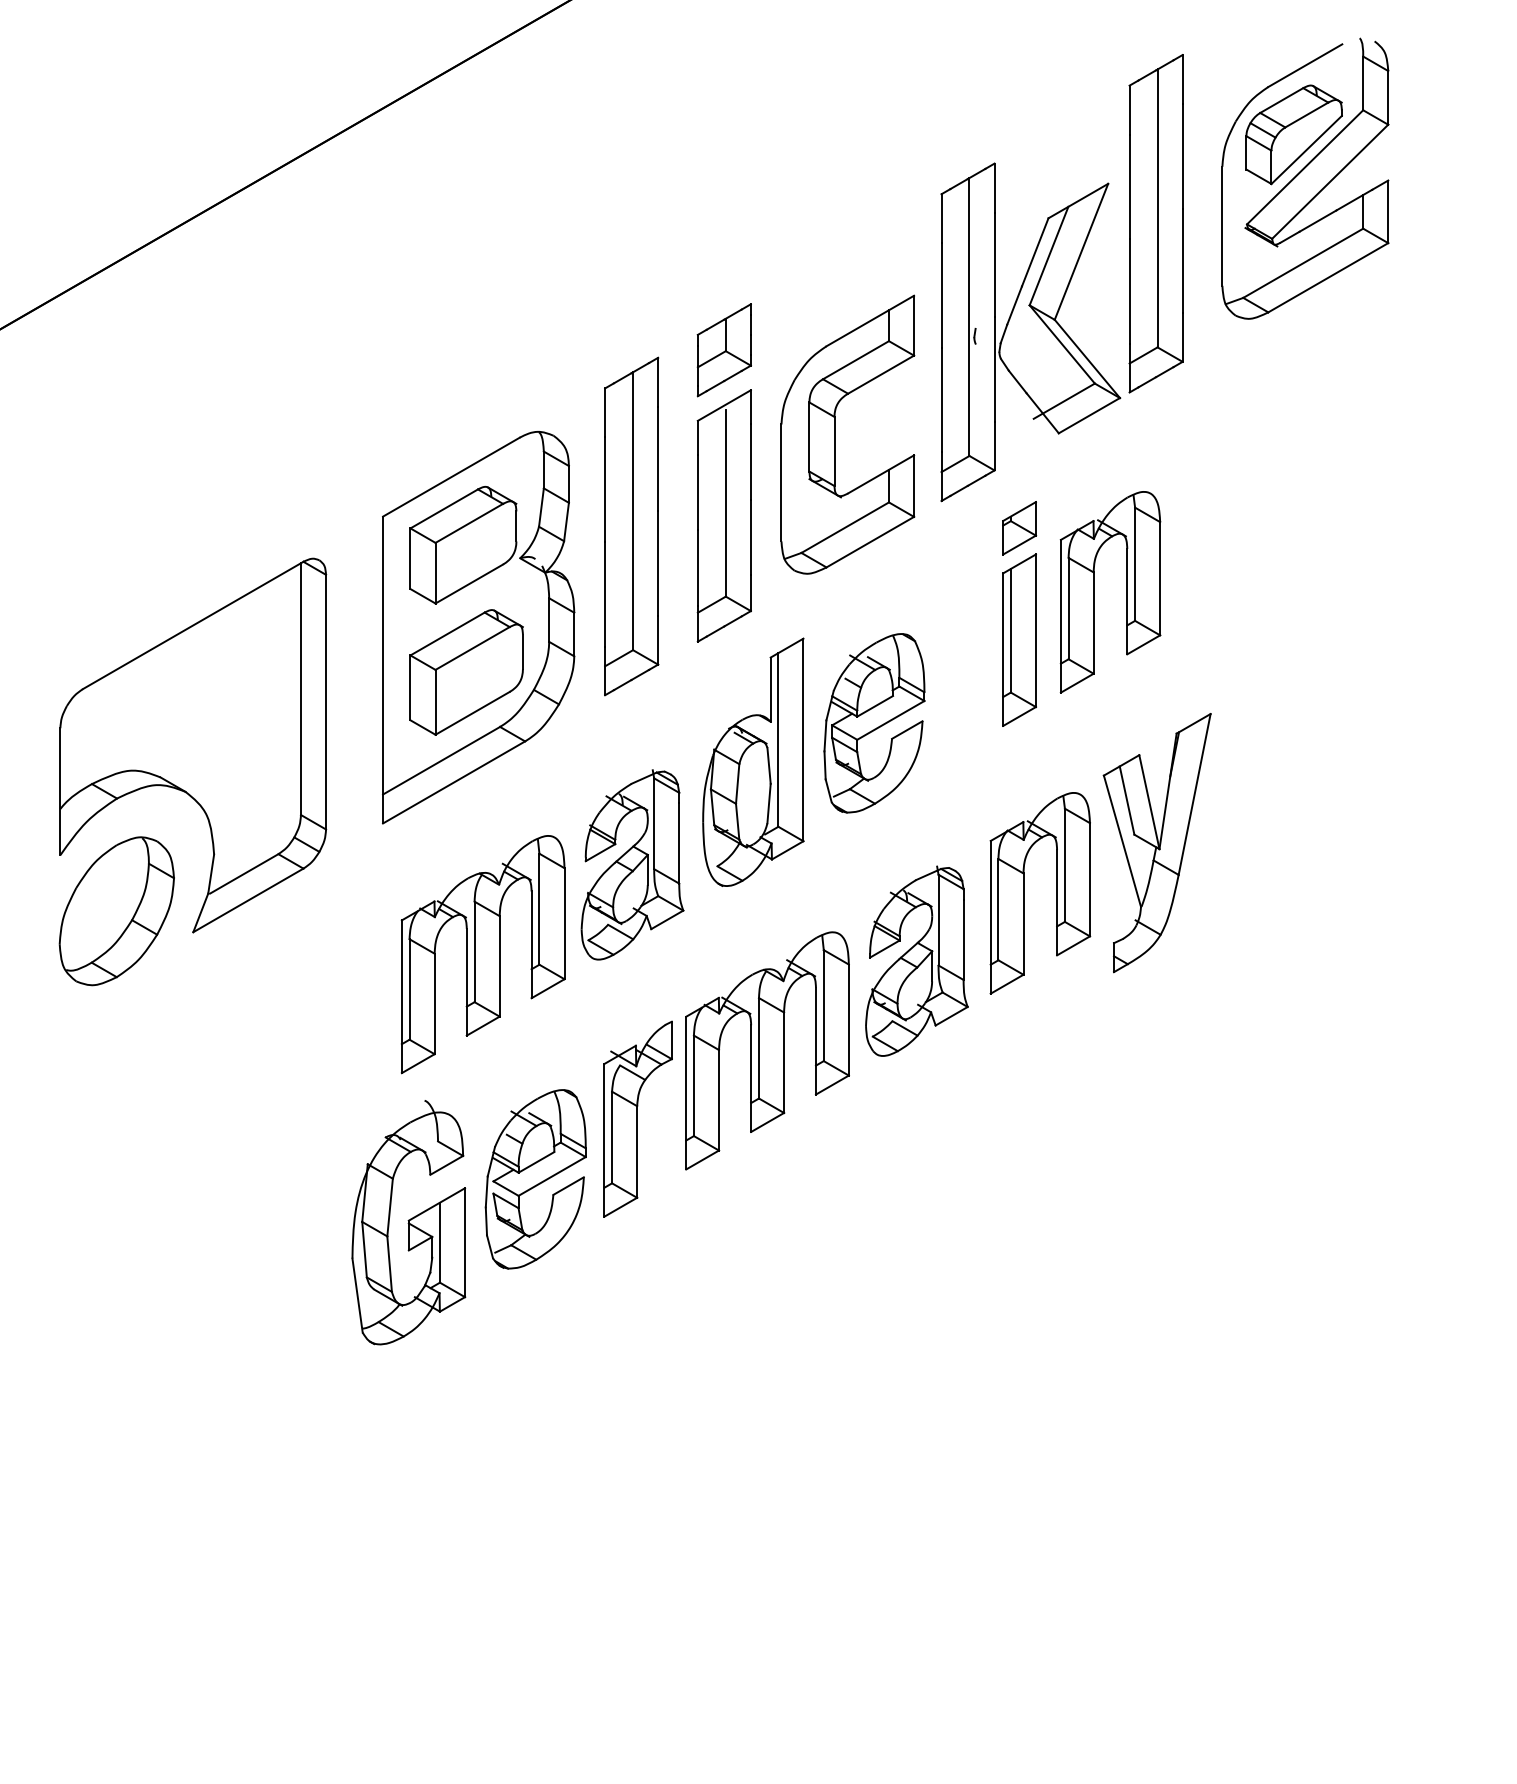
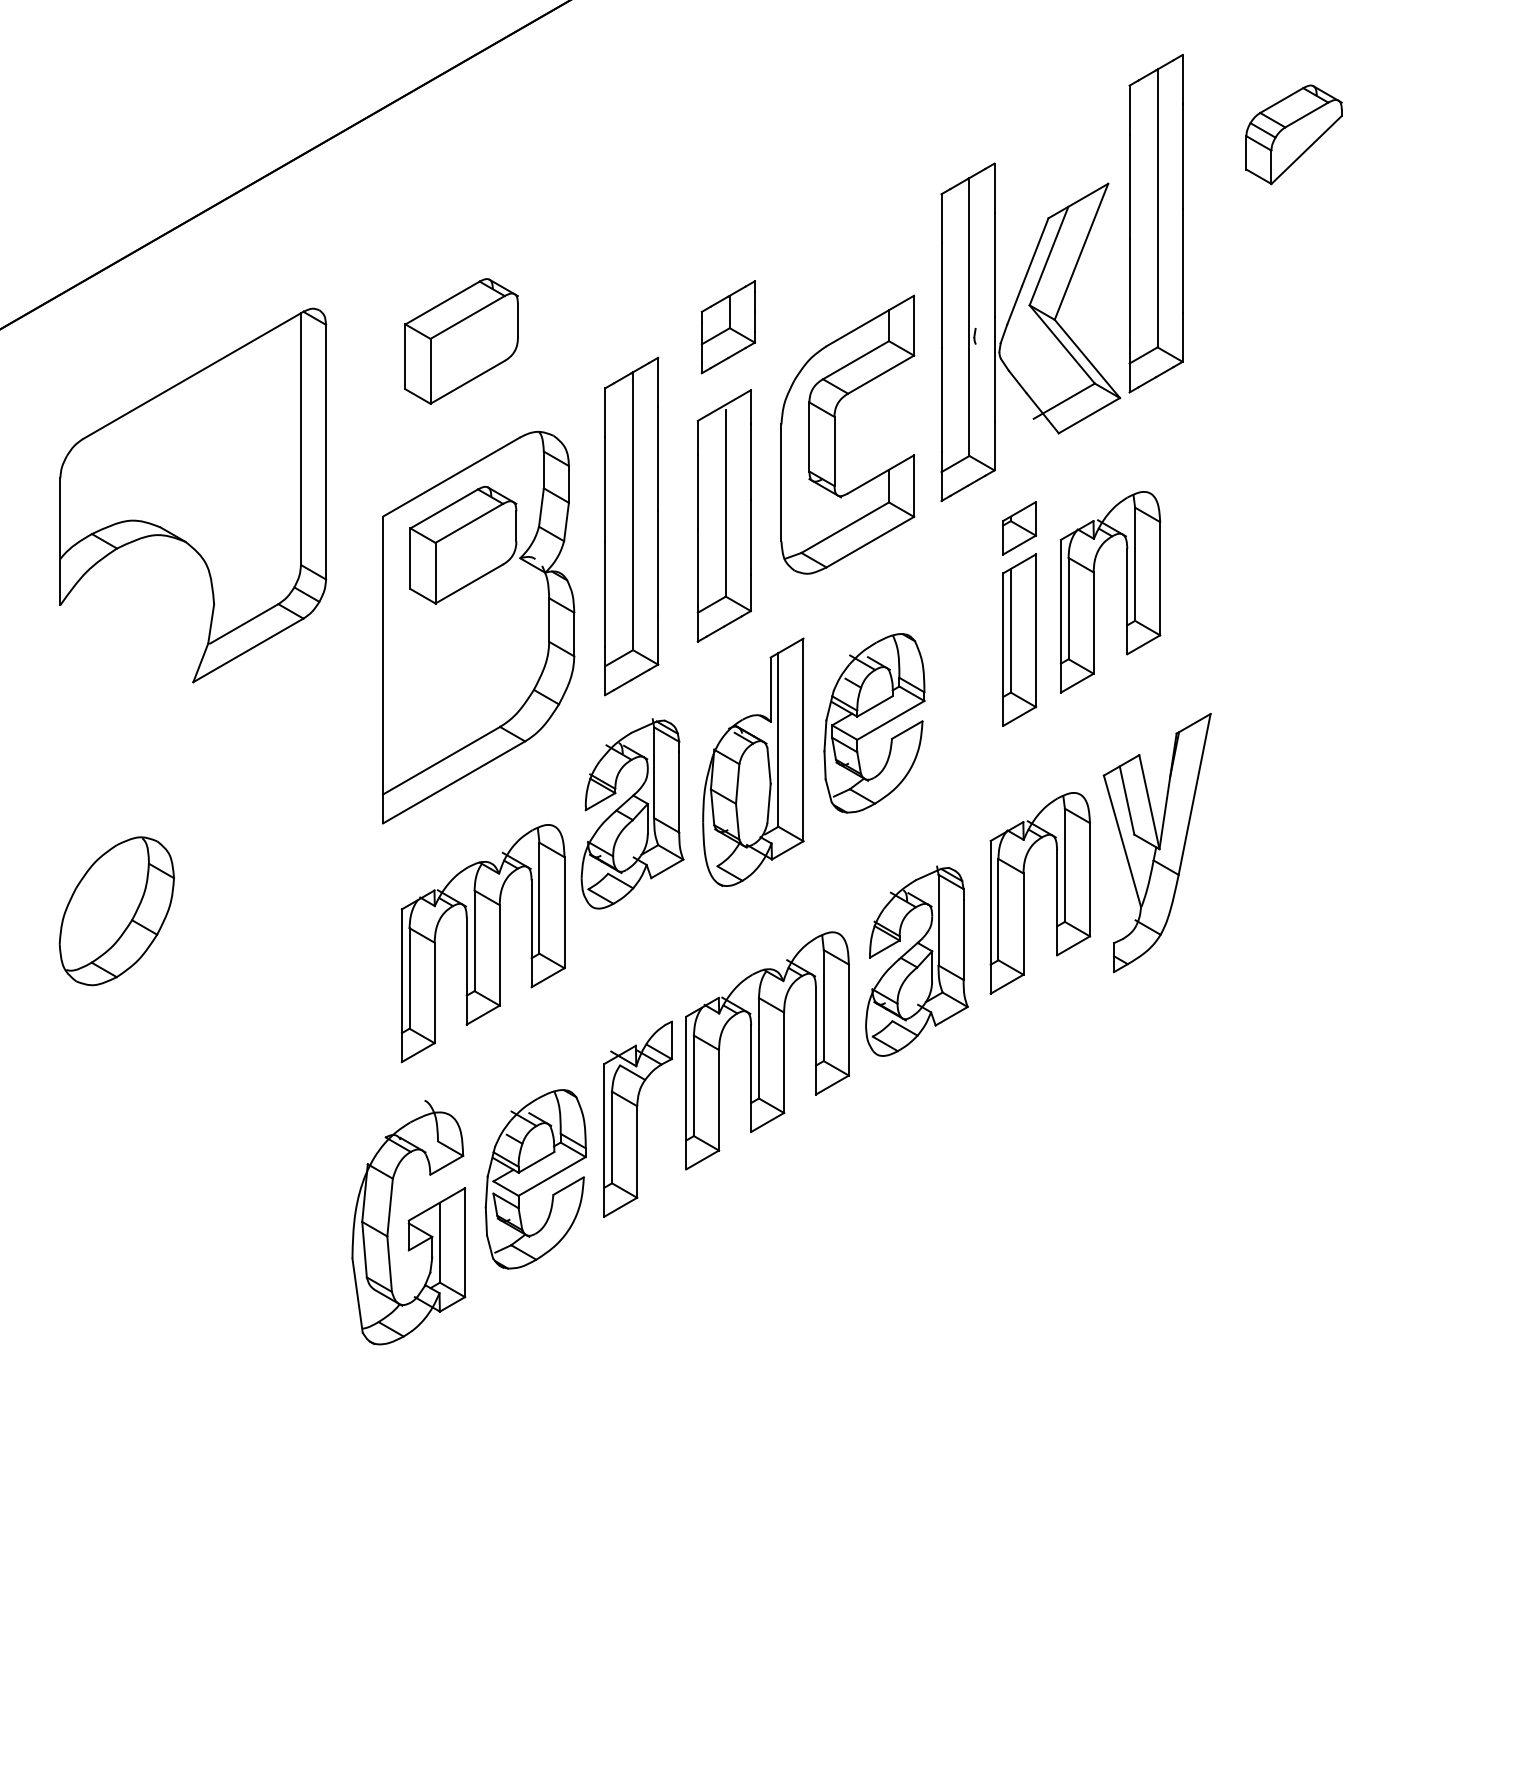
part at (1305, 178): present -> none
part at (723, 350) position: (723, 350) -> (727, 327)
part at (466, 672) position: (466, 672) -> (461, 341)
part at (193, 745) position: (193, 745) -> (193, 495)
part at (632, 864) position: (632, 864) -> (632, 813)
part at (482, 954) position: (482, 954) -> (482, 943)
